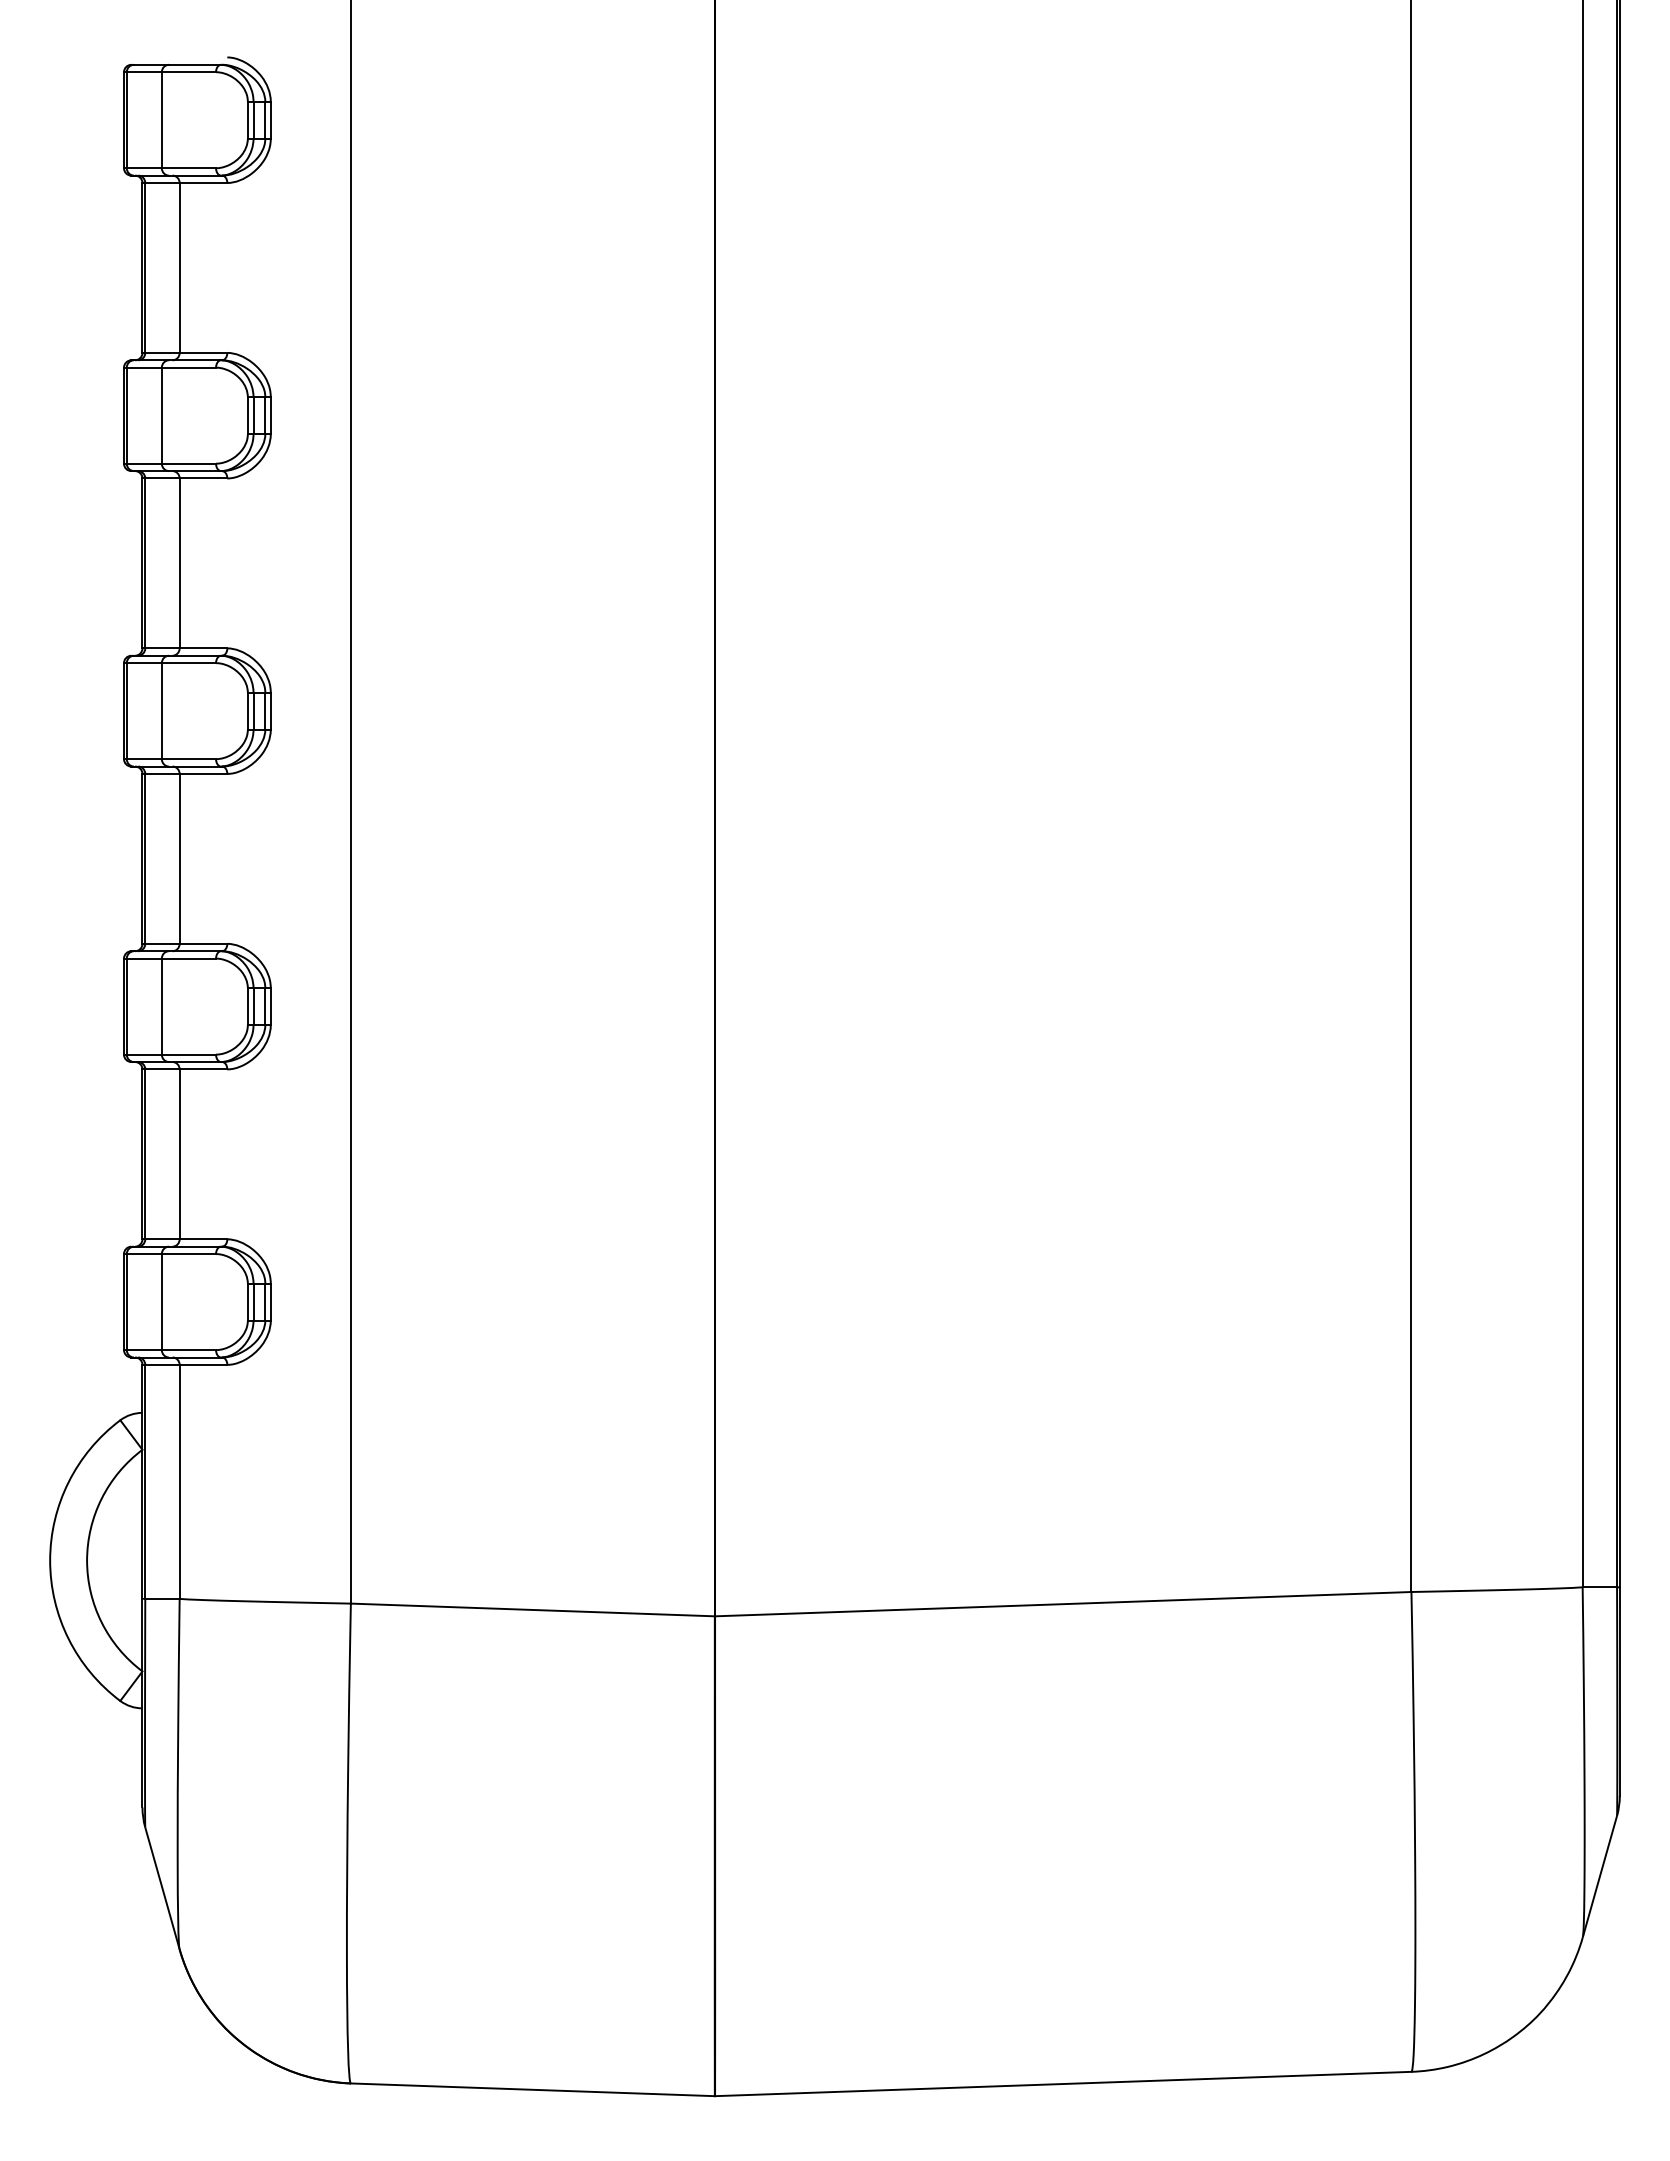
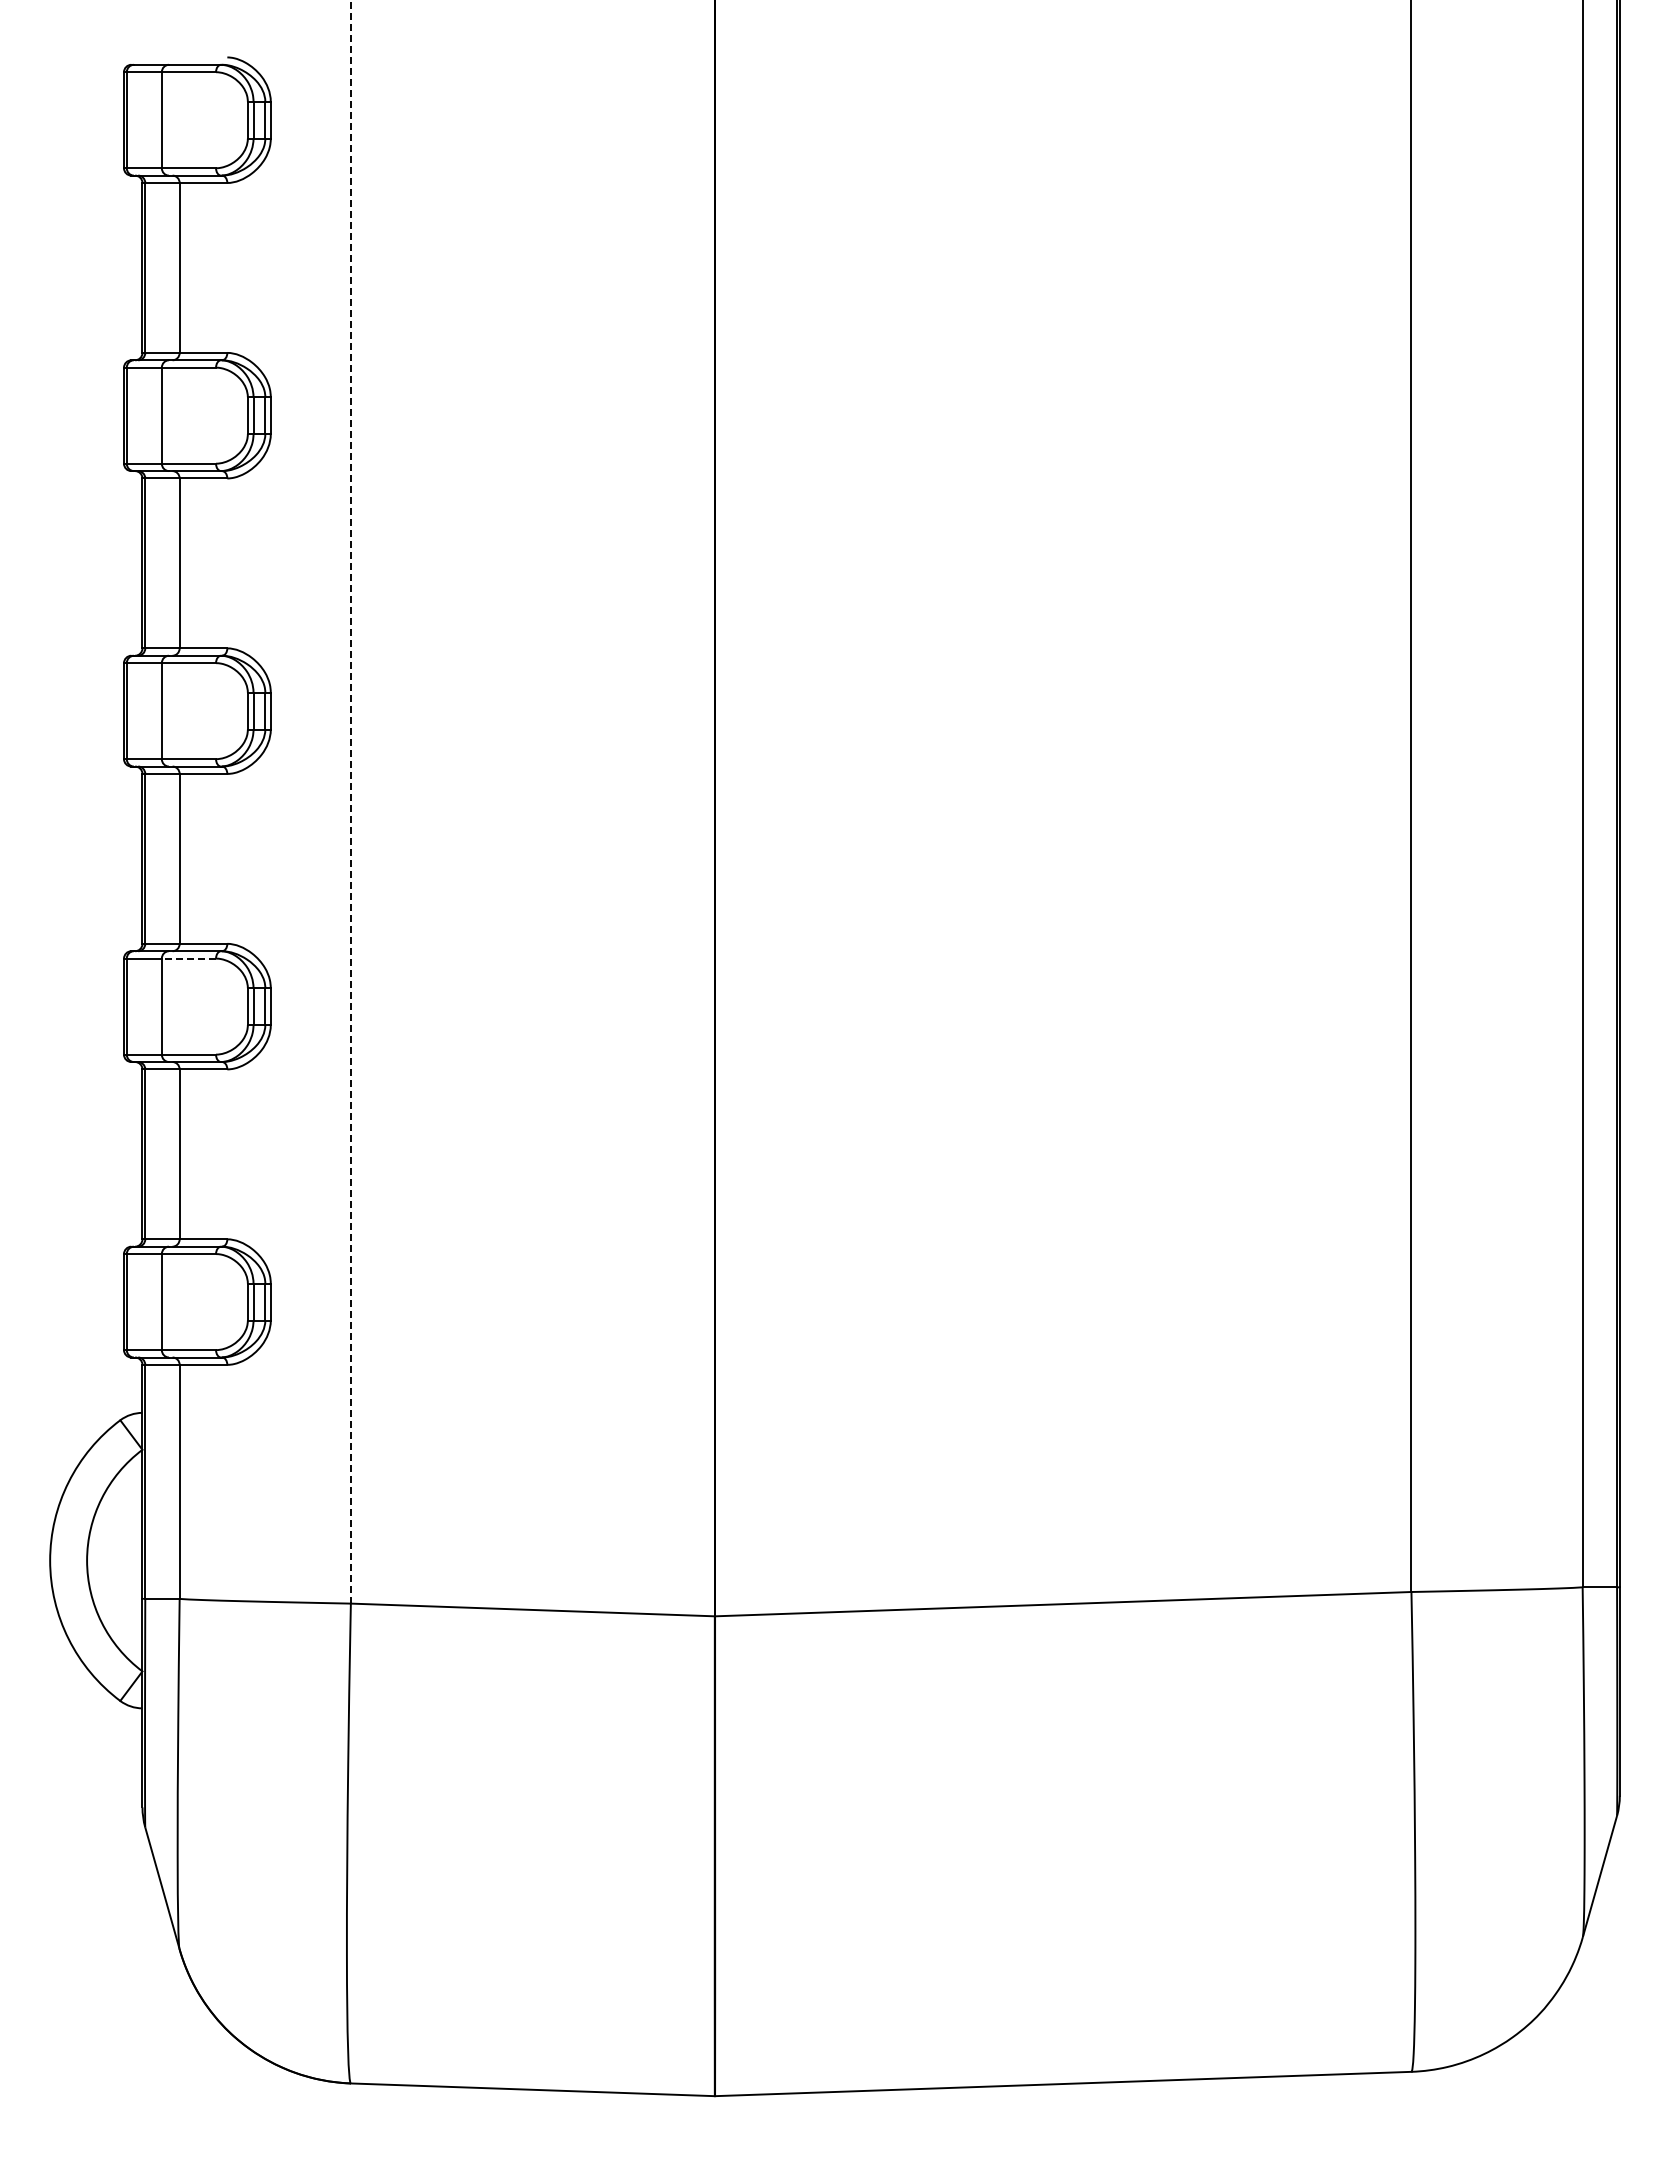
line at (350, 801): solid -> dashed
line at (188, 958): solid -> dashed
